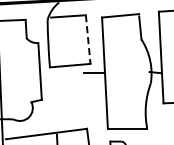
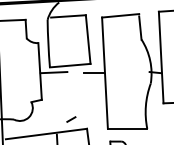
line at (88, 40): dashed -> solid
line at (53, 72): none -> present
line at (71, 119): none -> present
